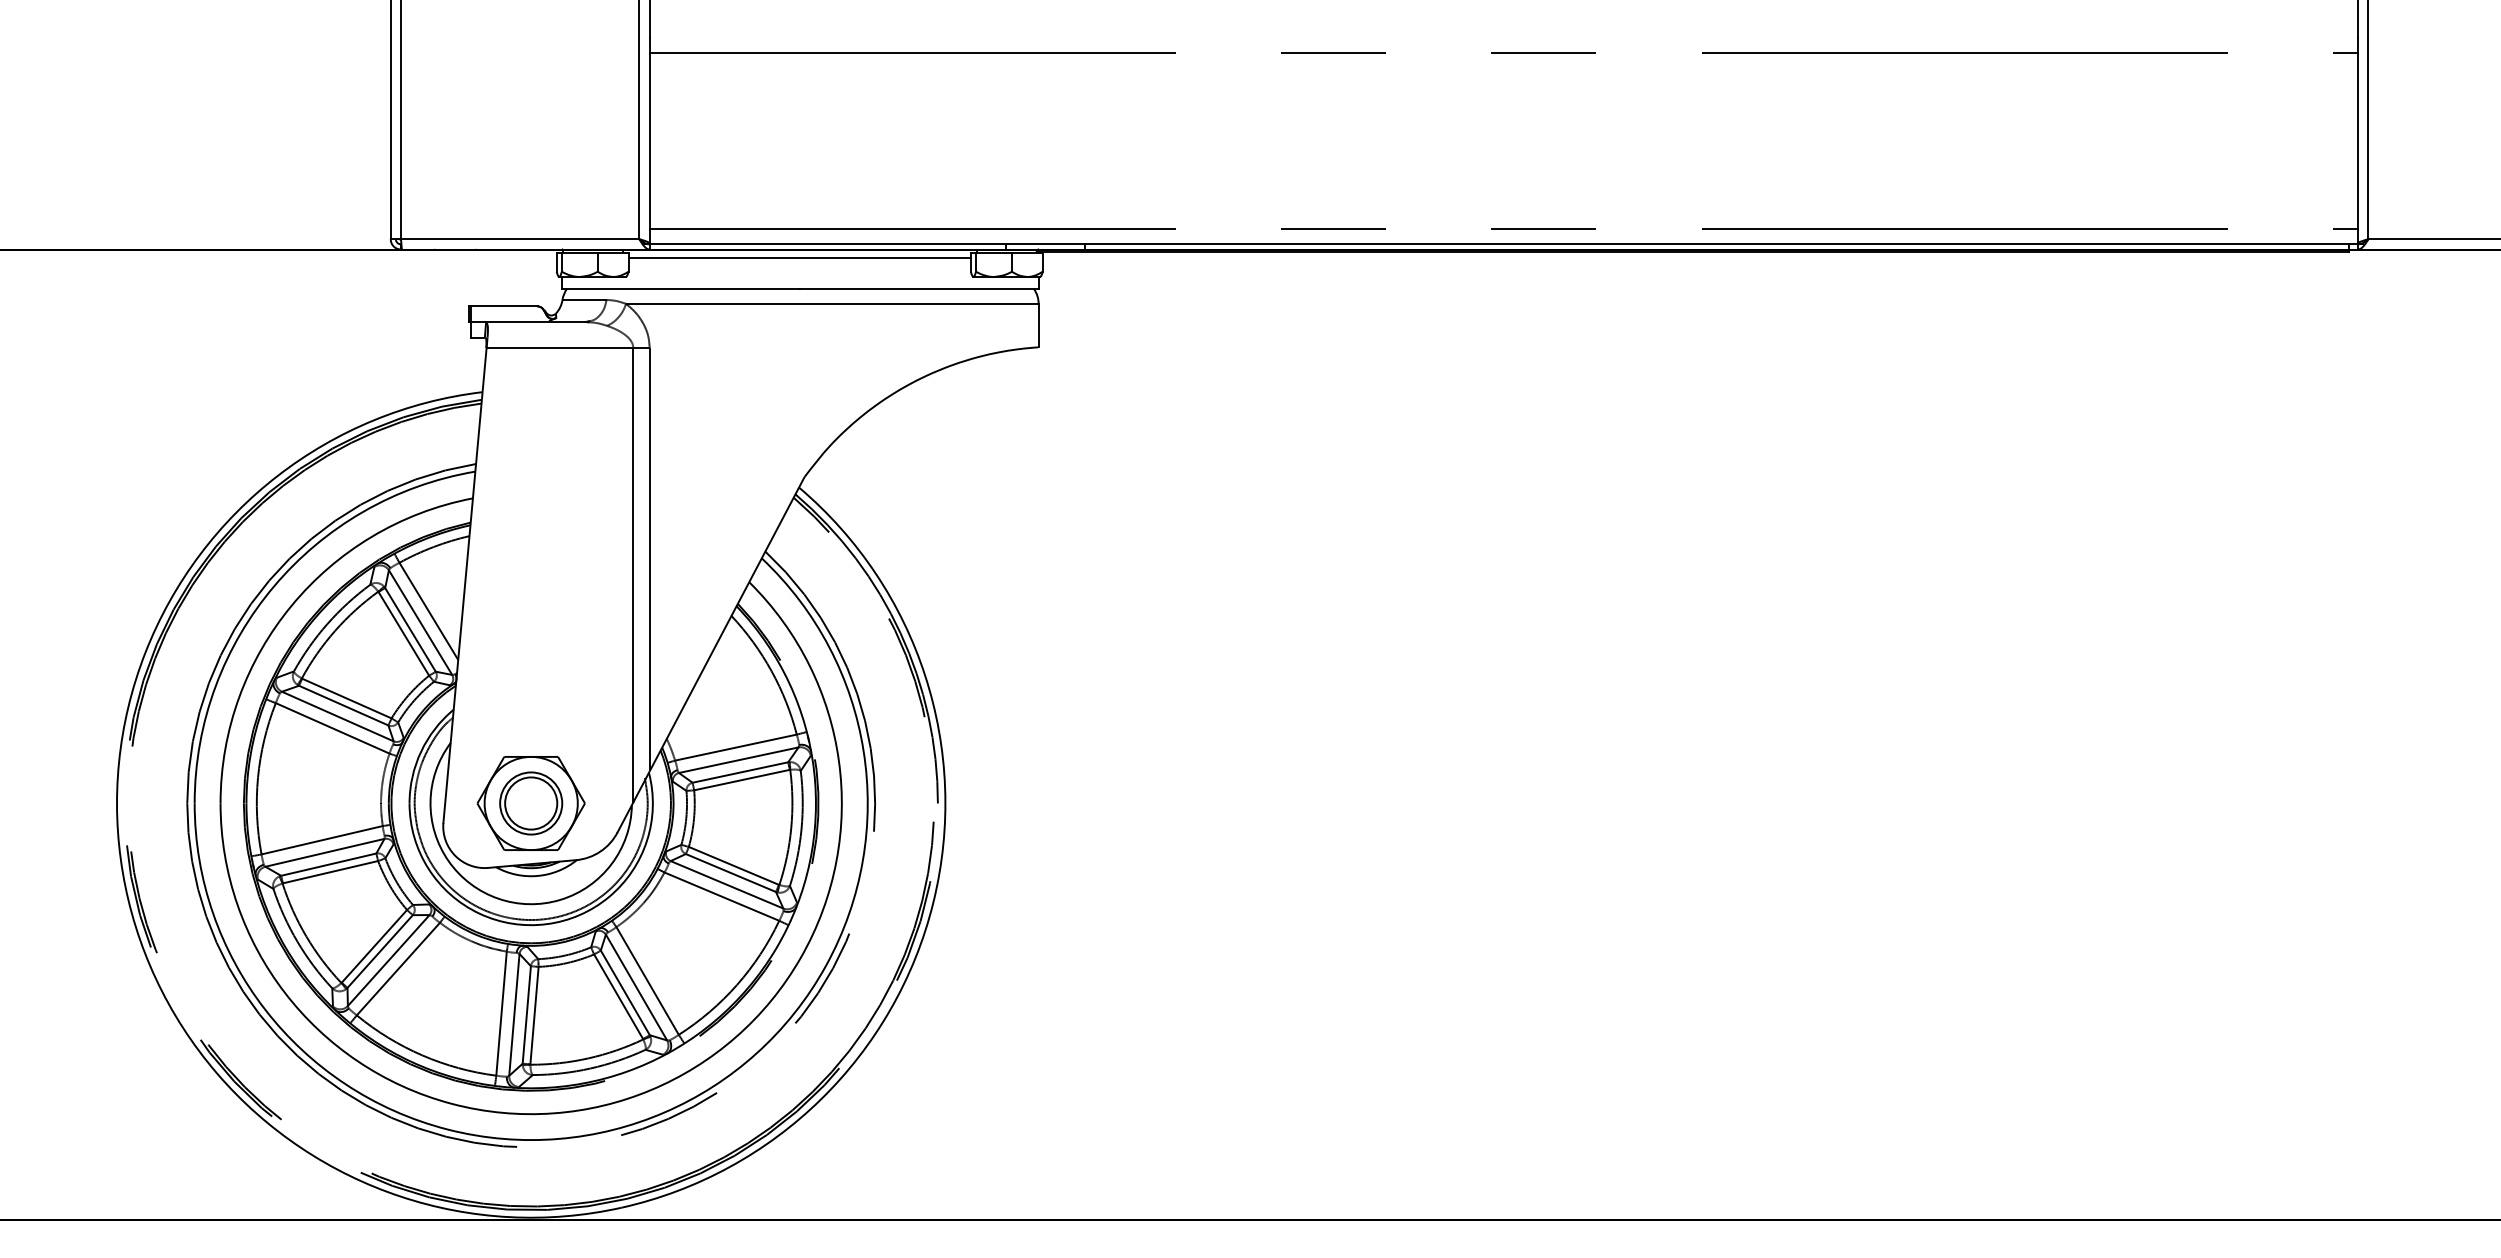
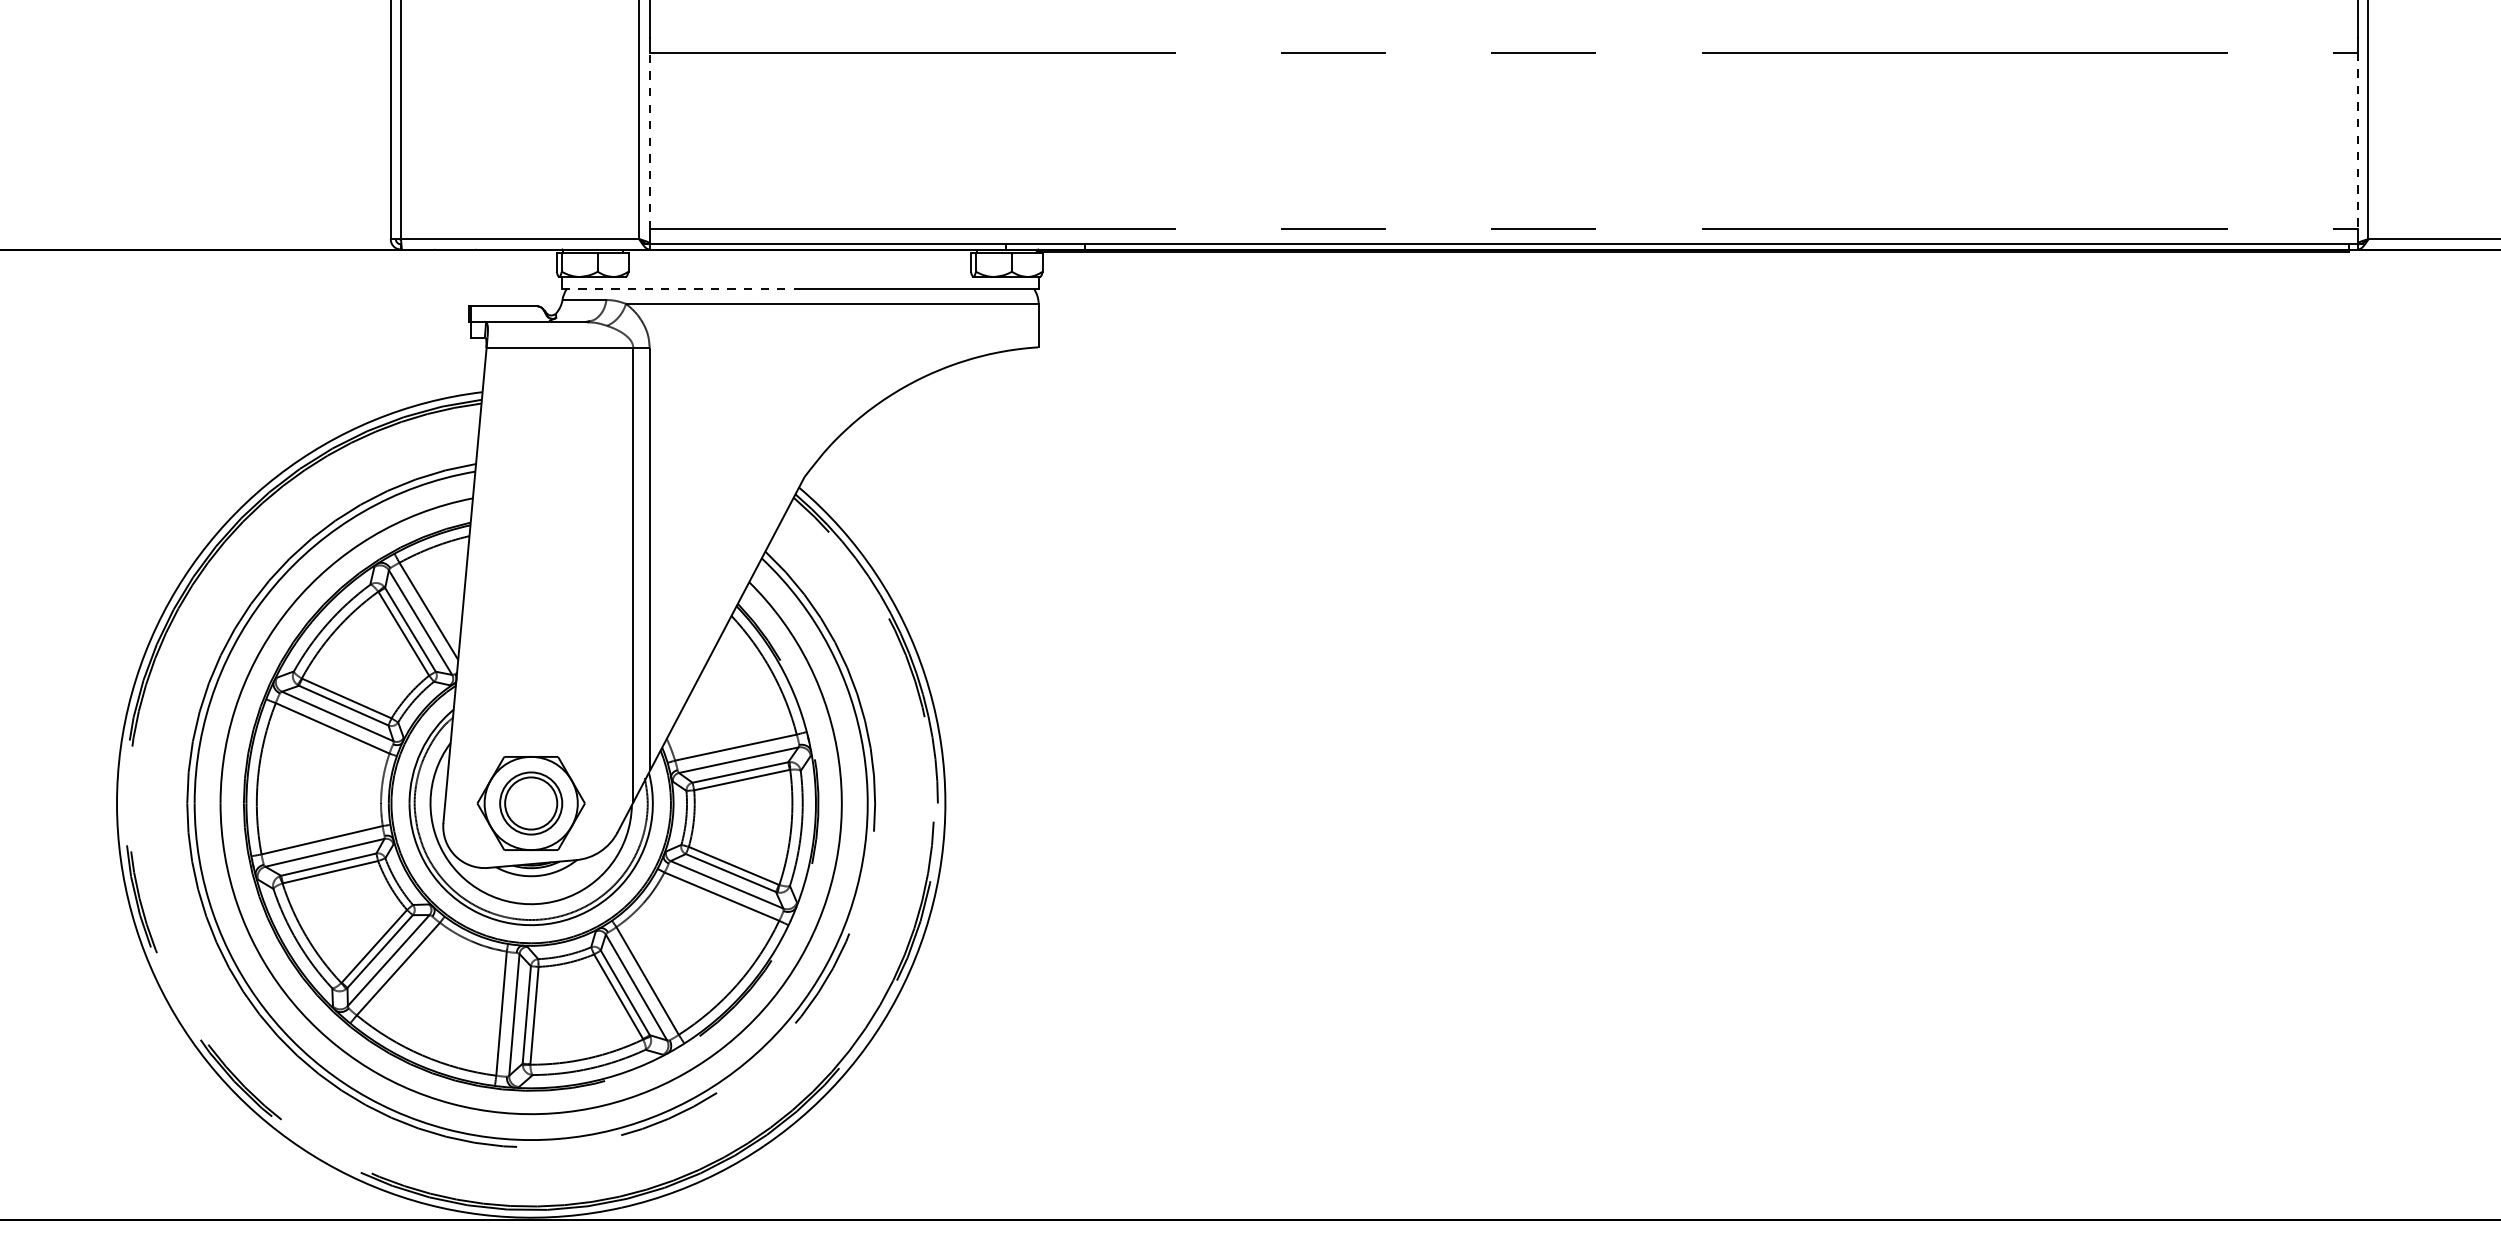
line at (649, 140): solid -> dashed
line at (2358, 141): solid -> dashed
line at (799, 257): present -> none
line at (681, 288): solid -> dashed
